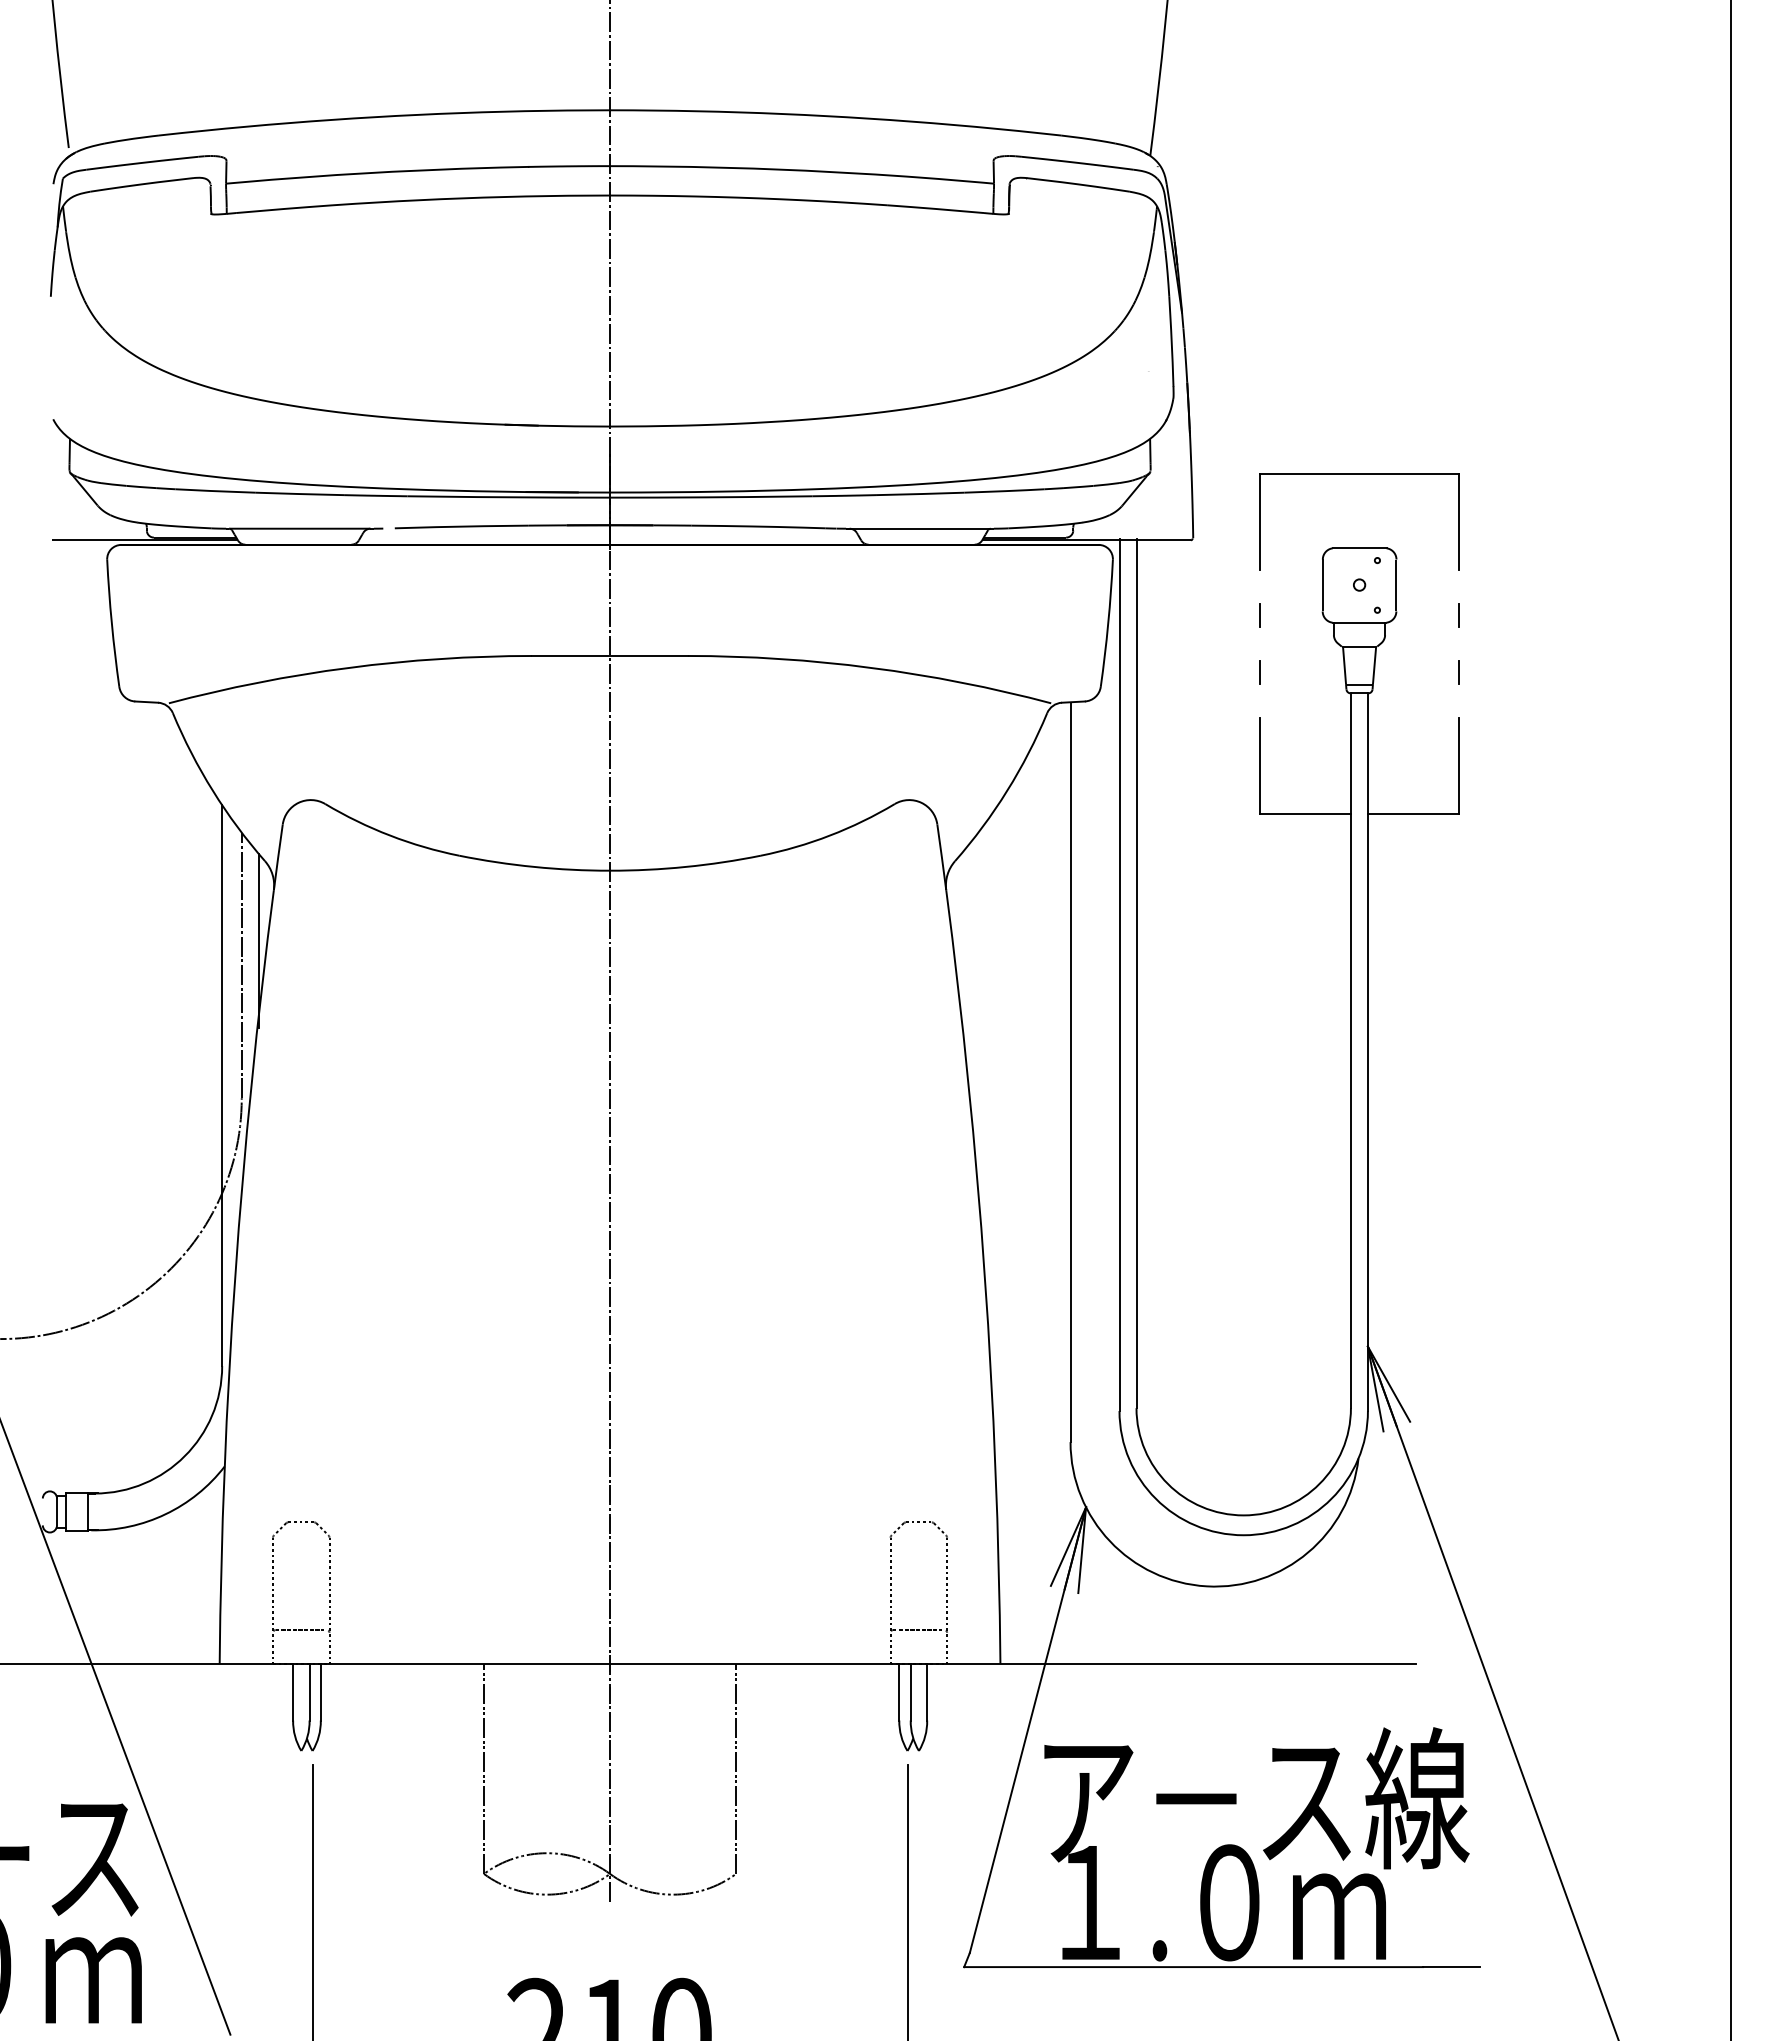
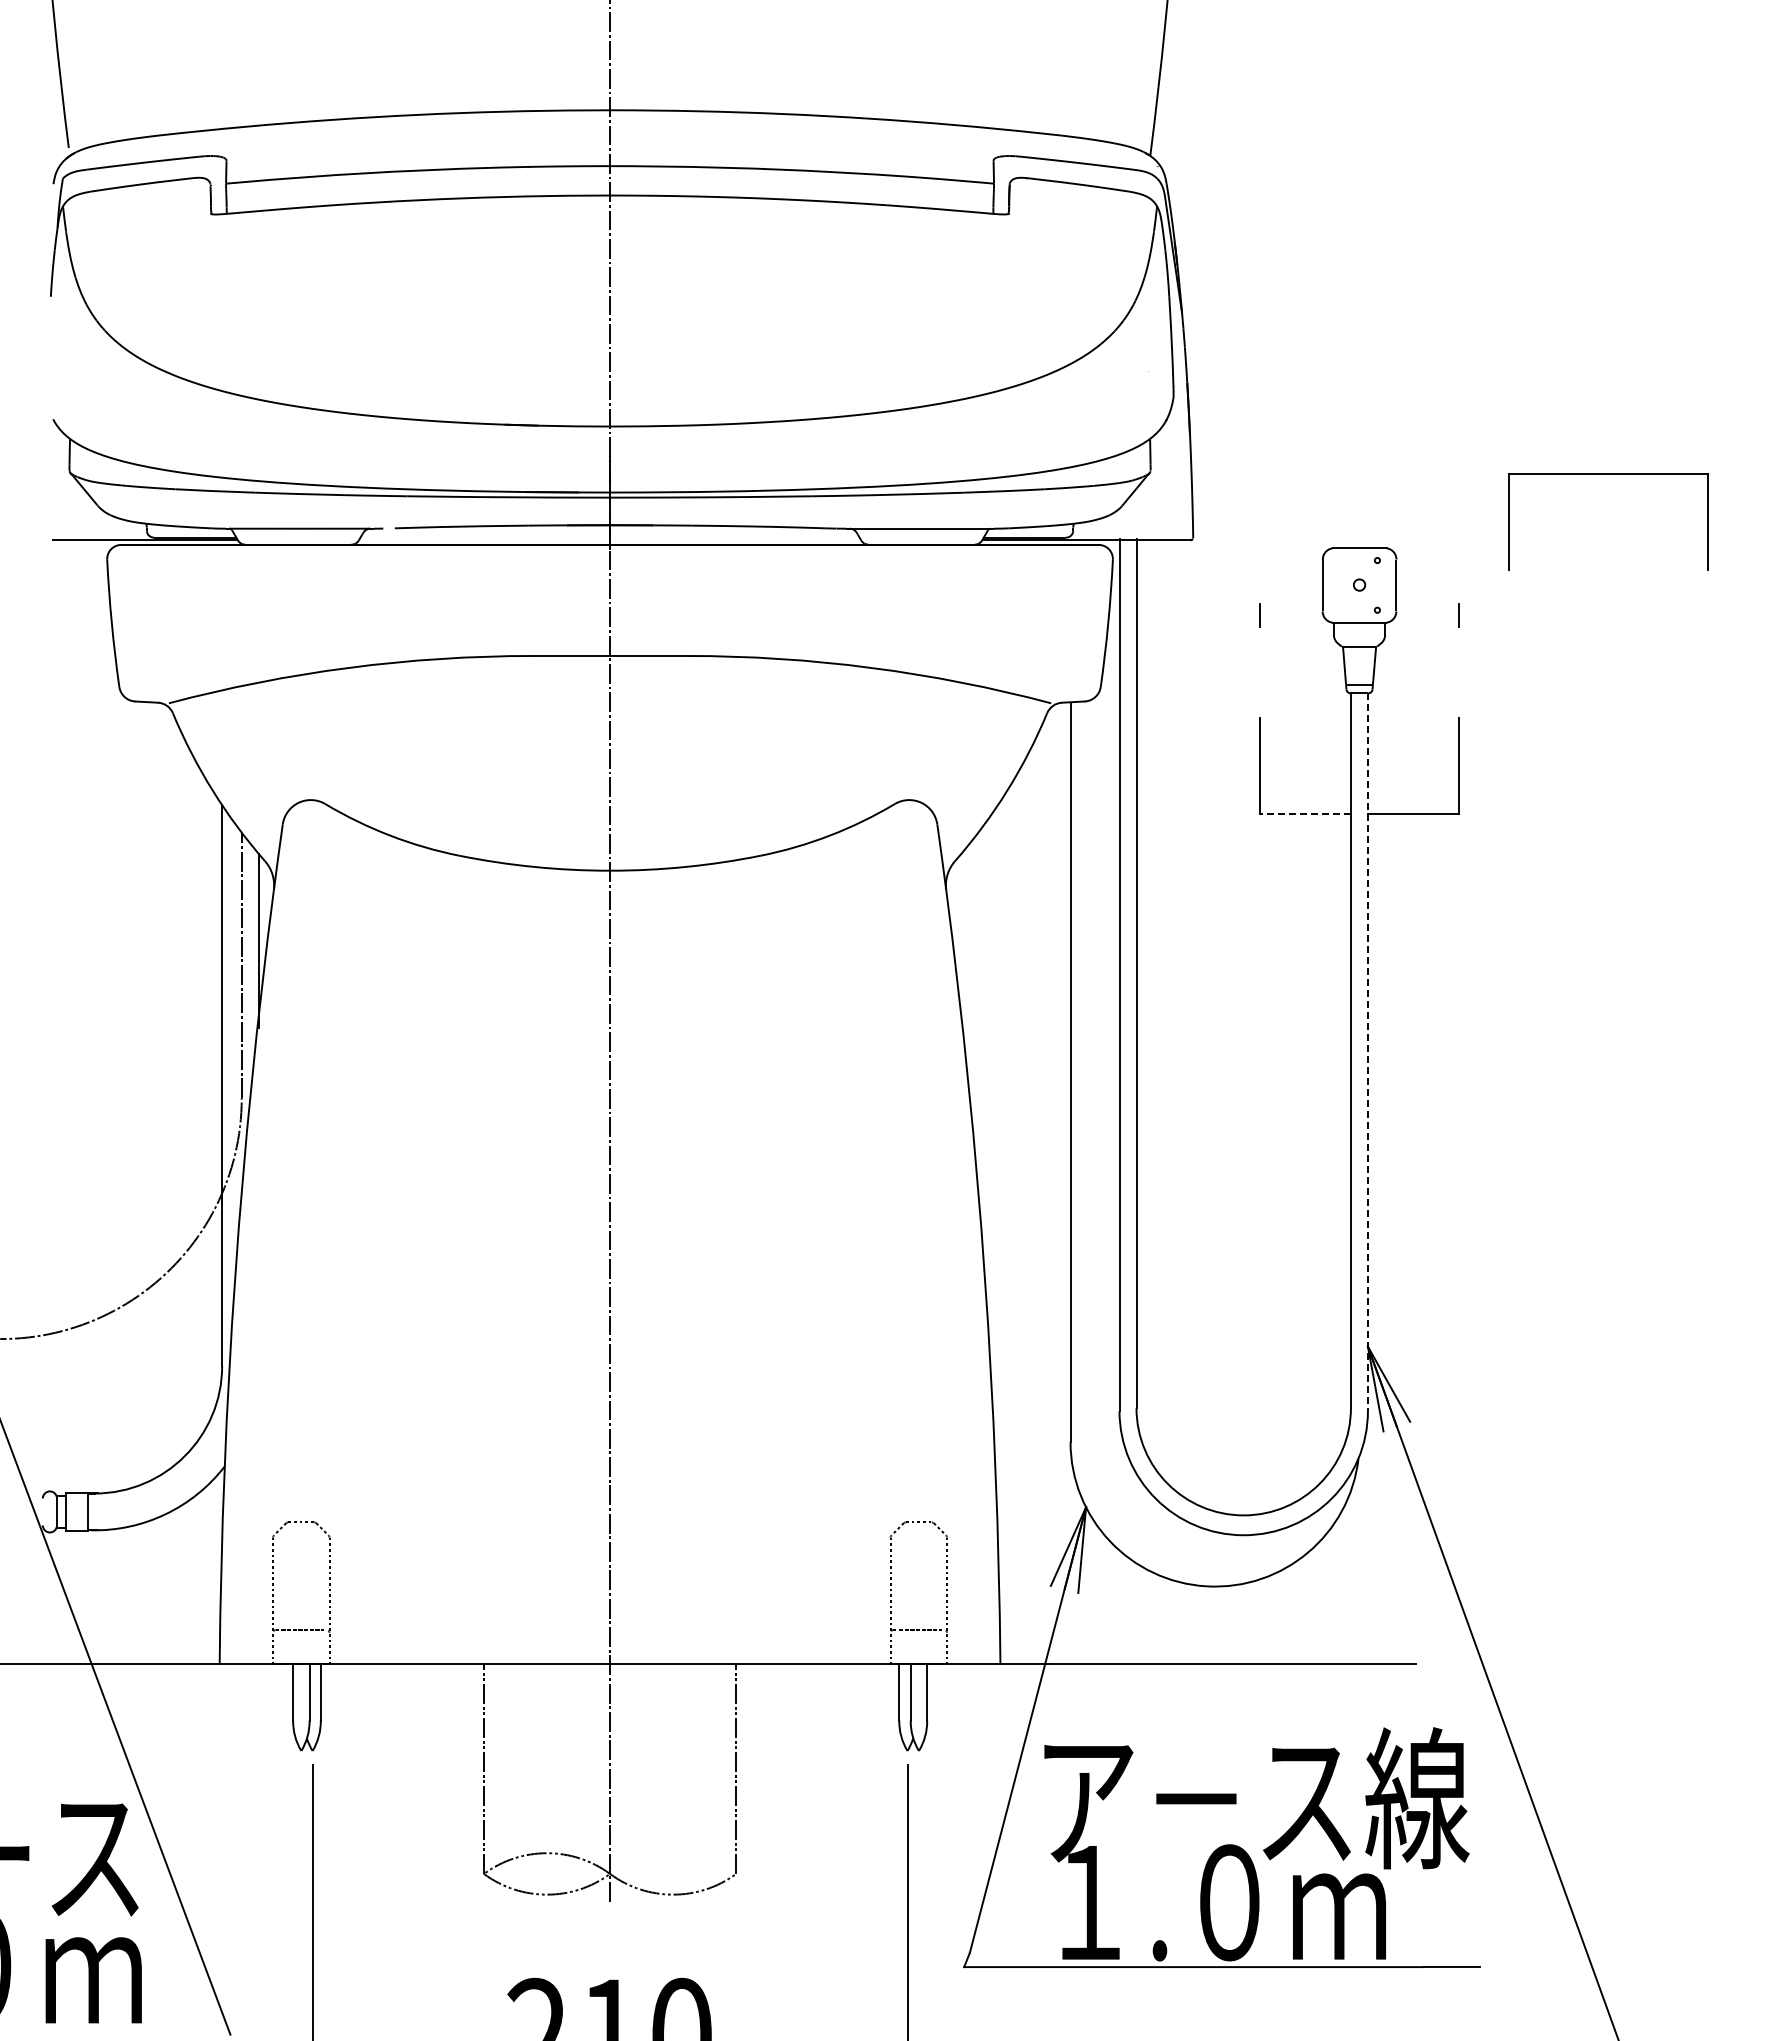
part at (1359, 474) position: (1359, 474) -> (1608, 474)
line at (1259, 672): present -> none
line at (1458, 672): present -> none
line at (1305, 814): solid -> dashed
line at (1730, 1019): present -> none
line at (1367, 1052): solid -> dashed
